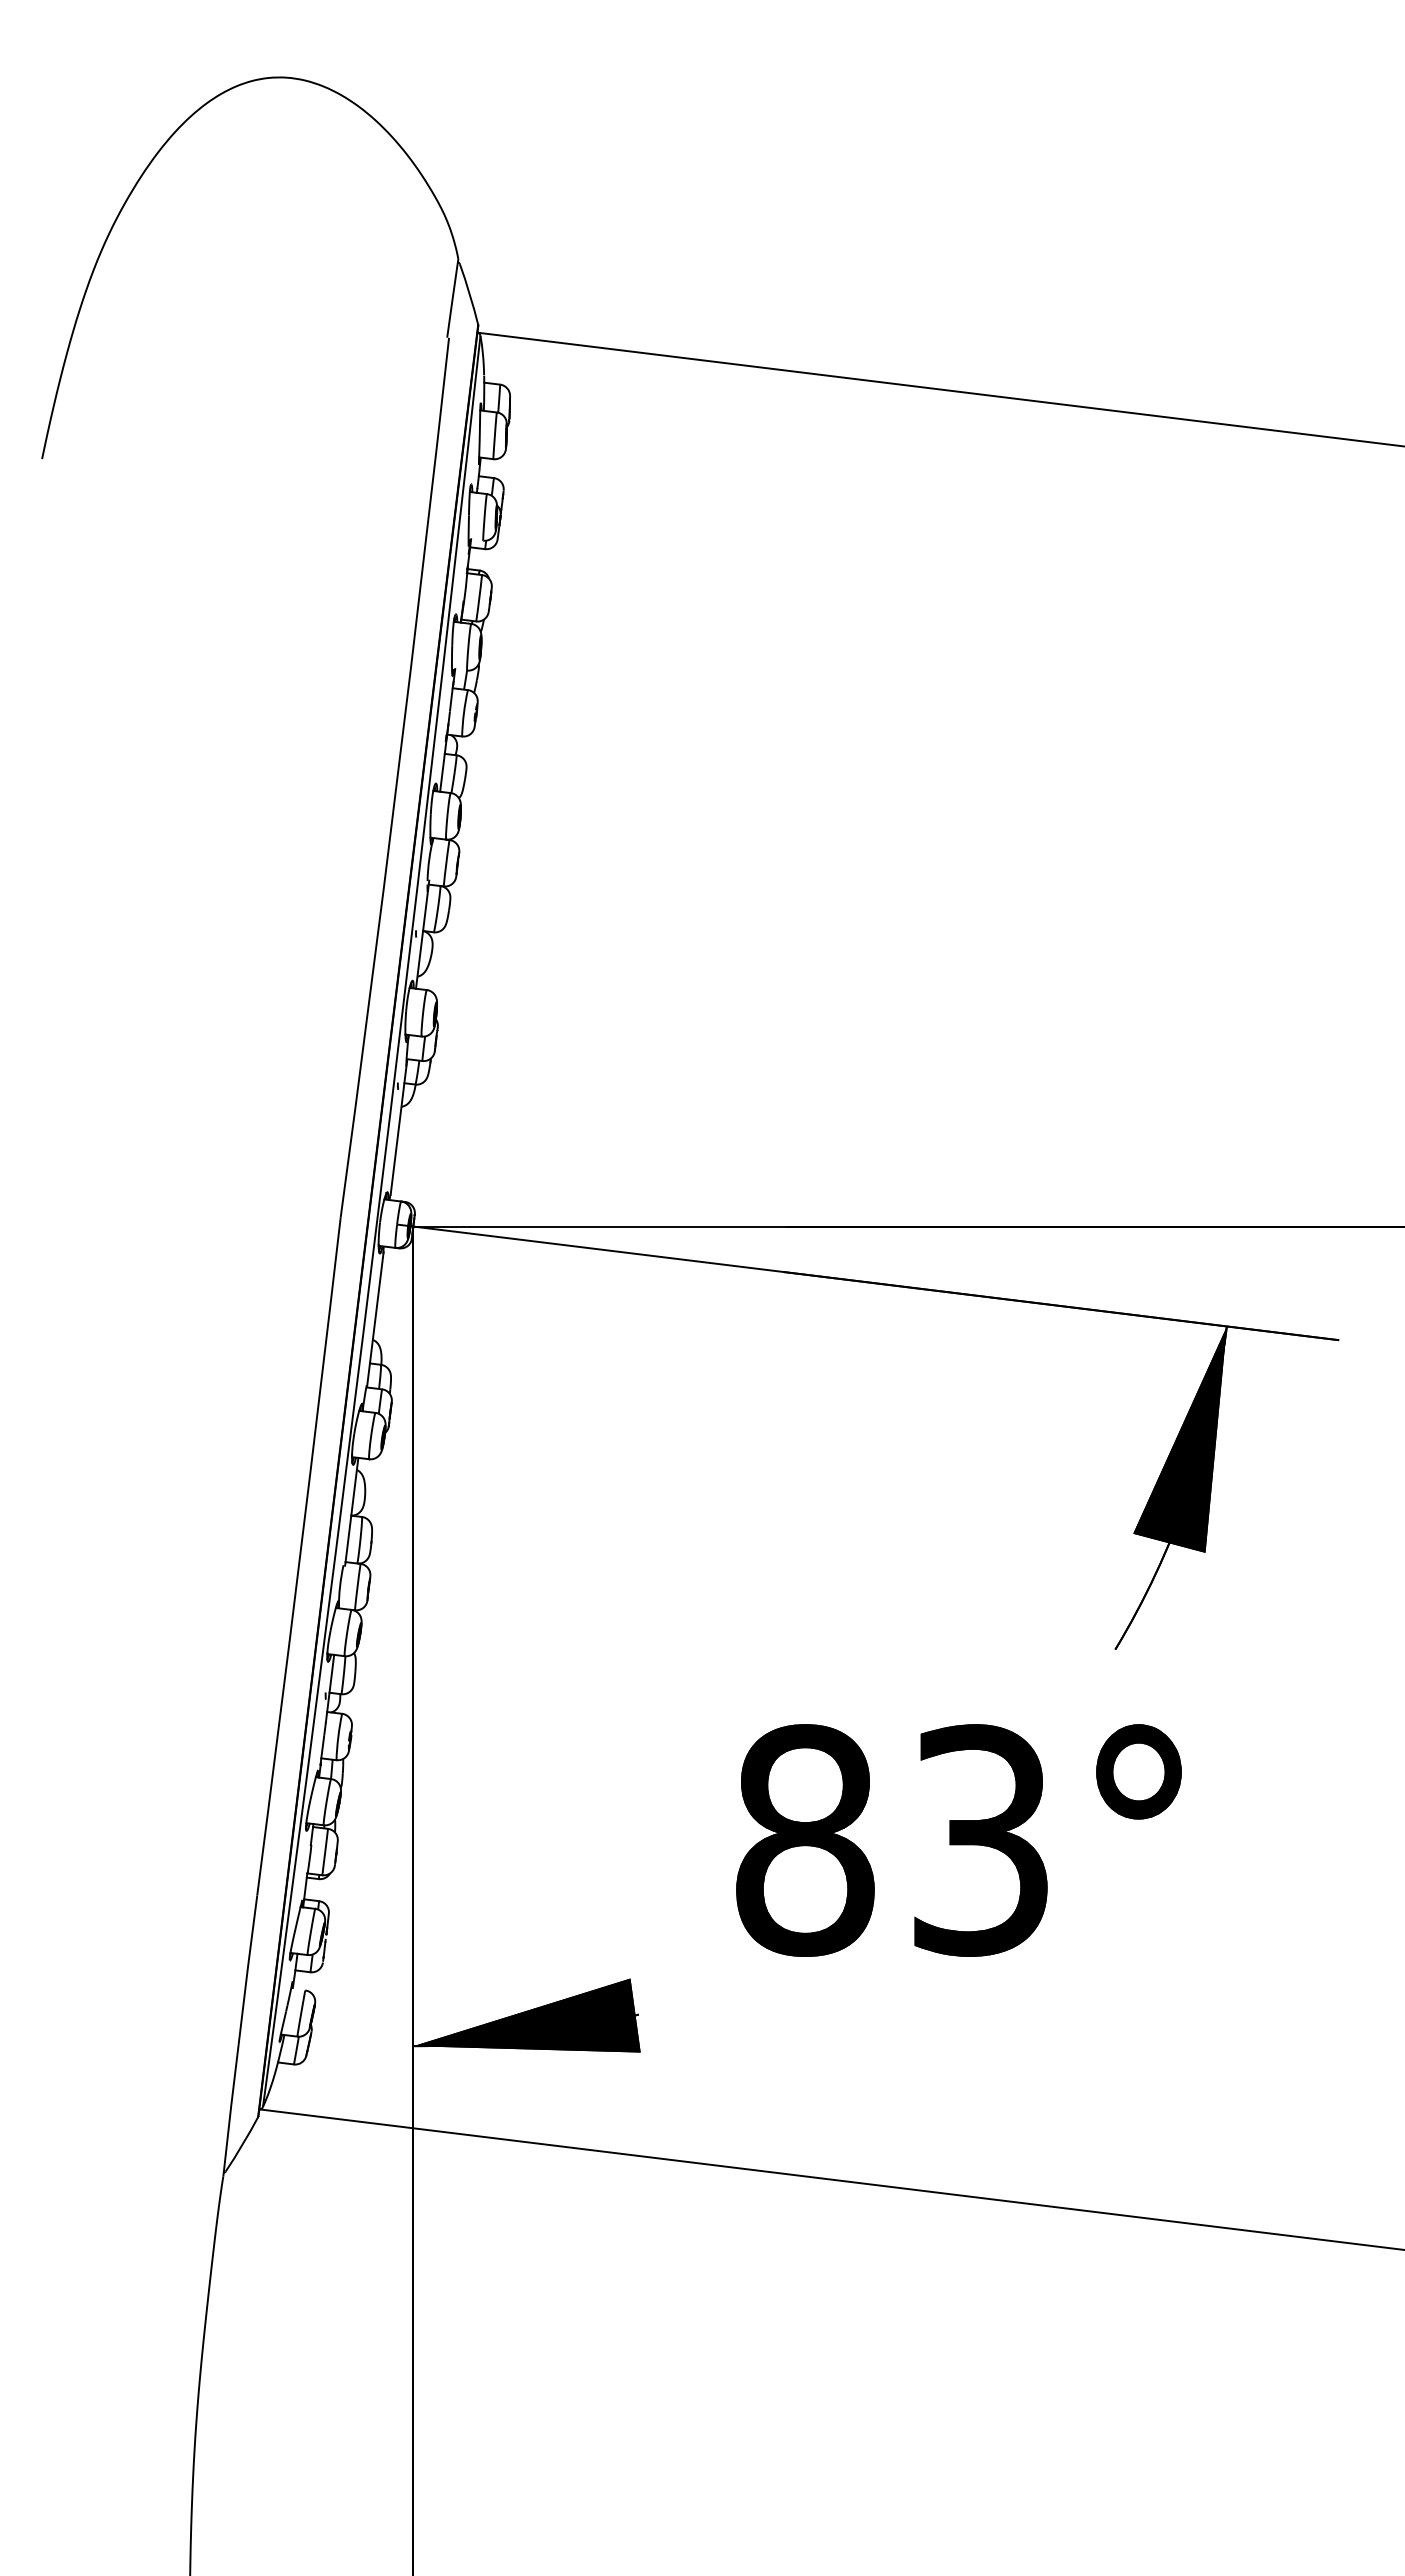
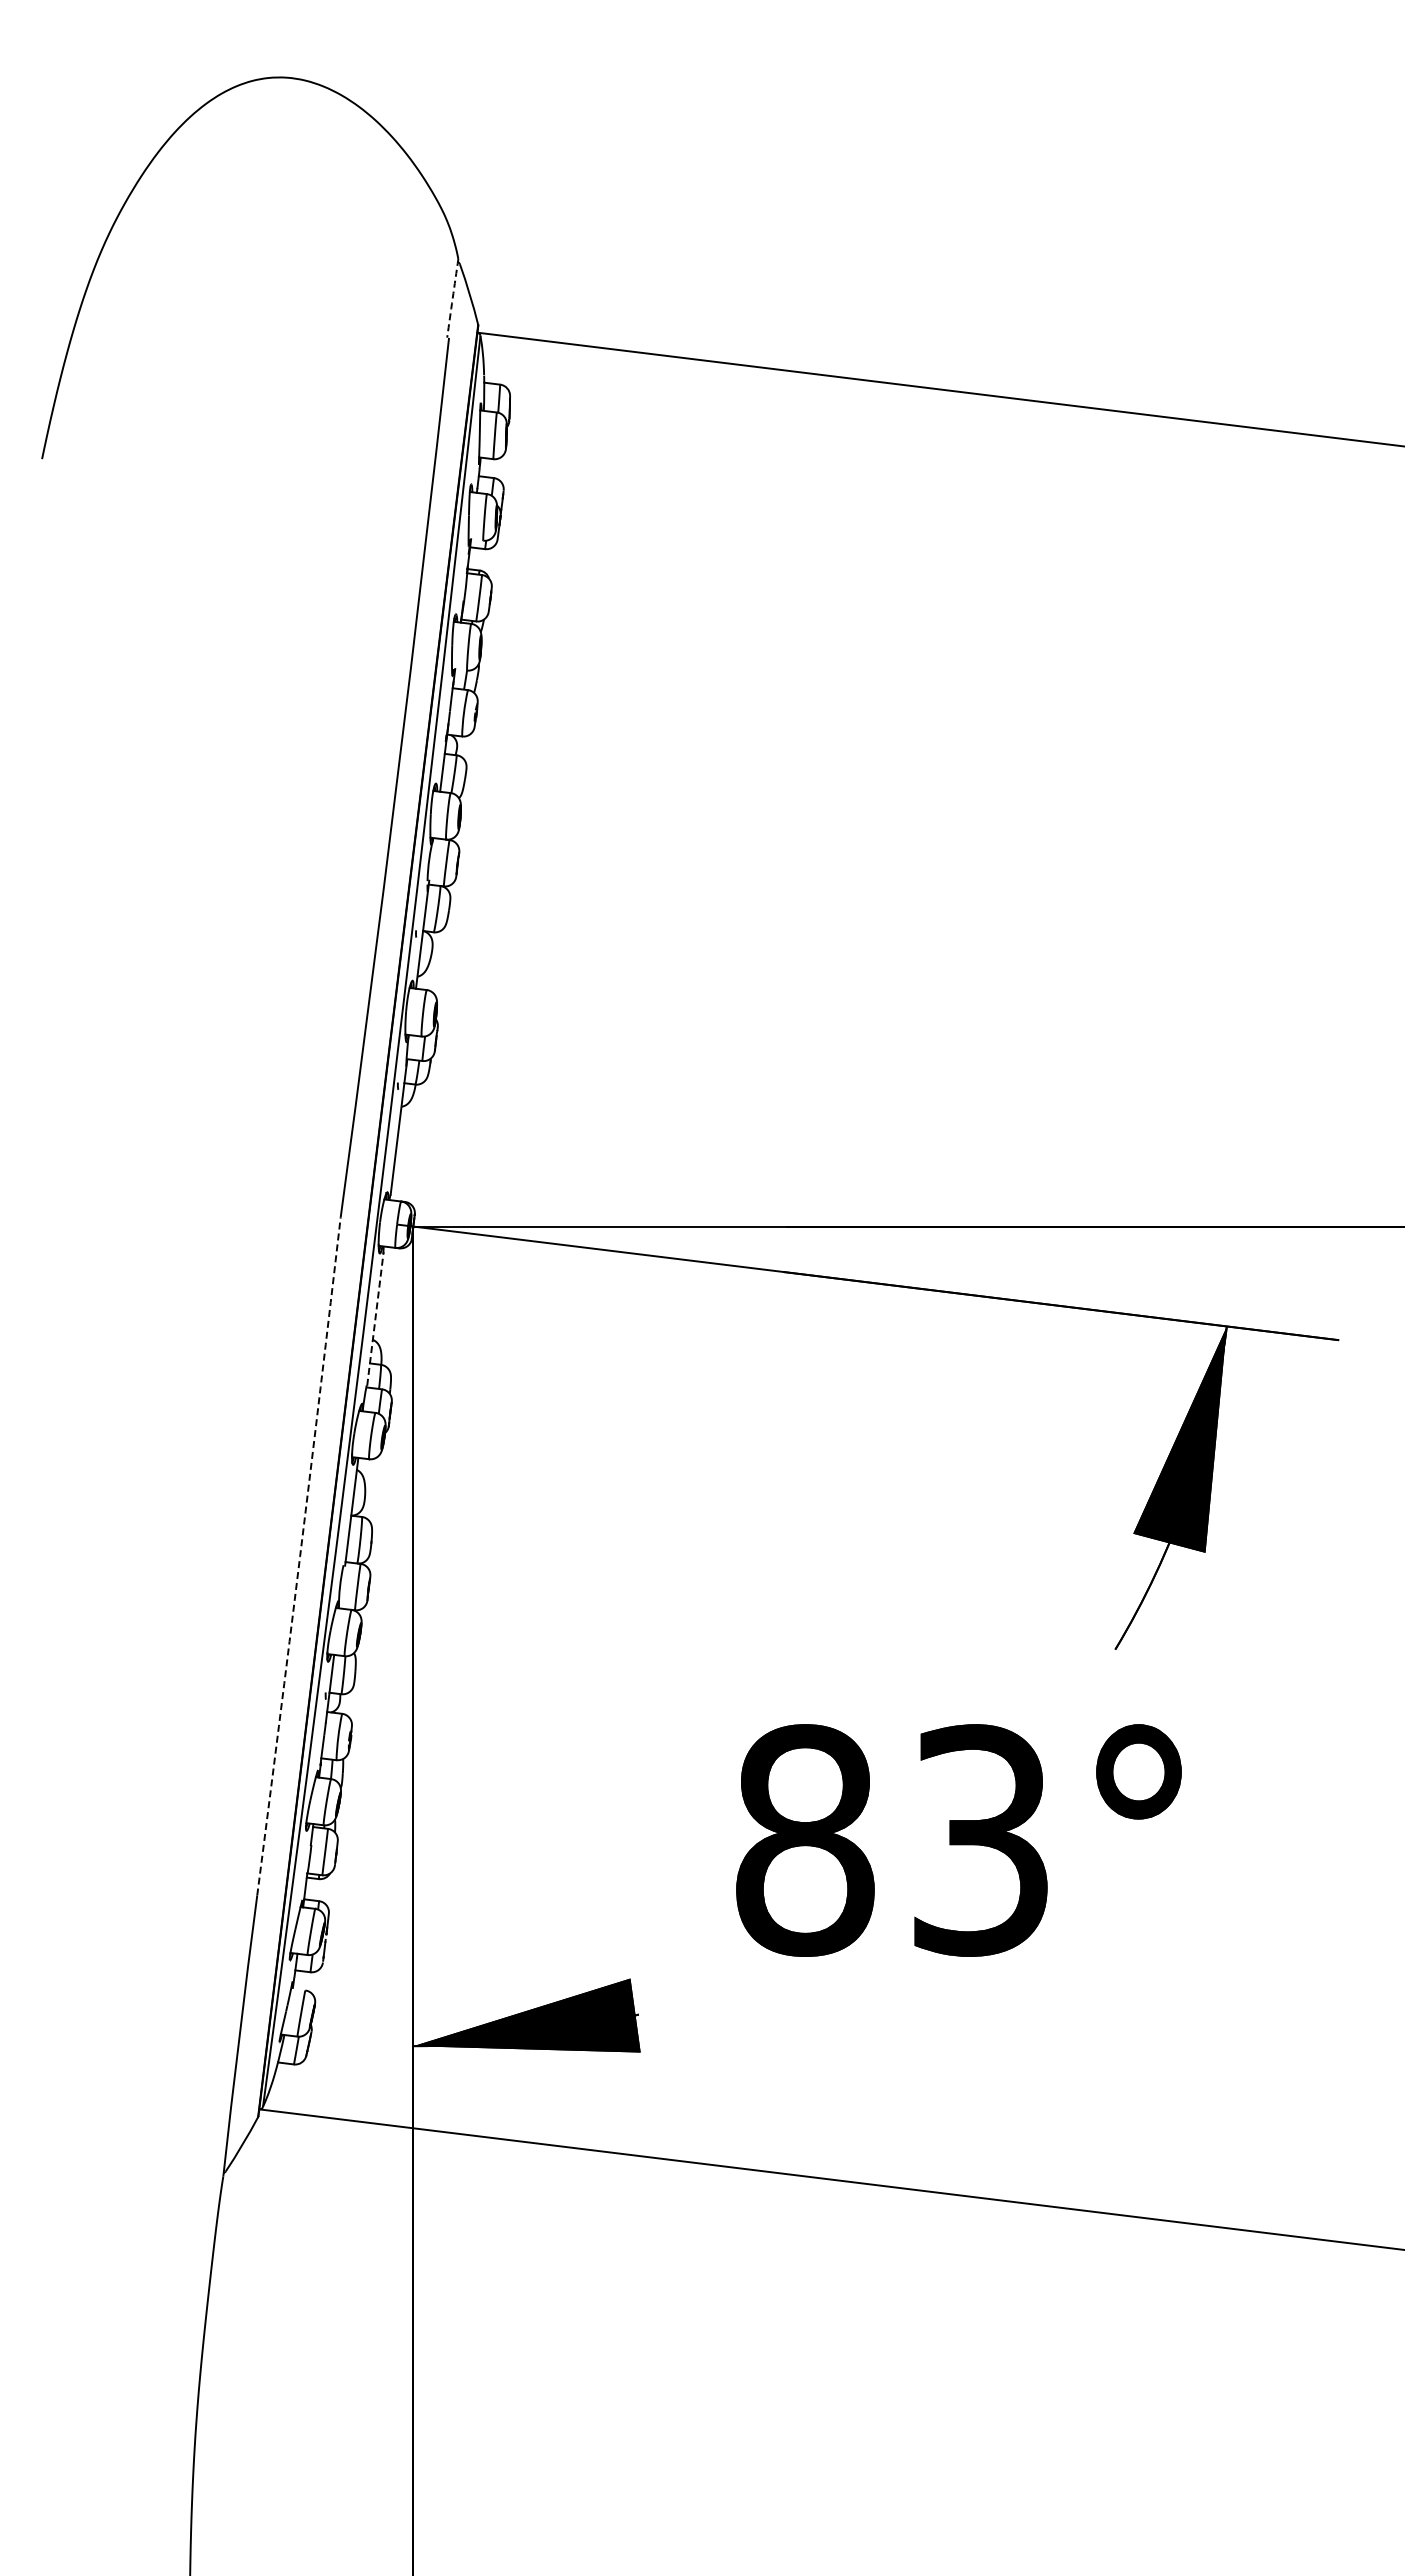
arc at (452, 298): solid -> dashed
line at (375, 1318): solid -> dashed
arc at (300, 1556): solid -> dashed
